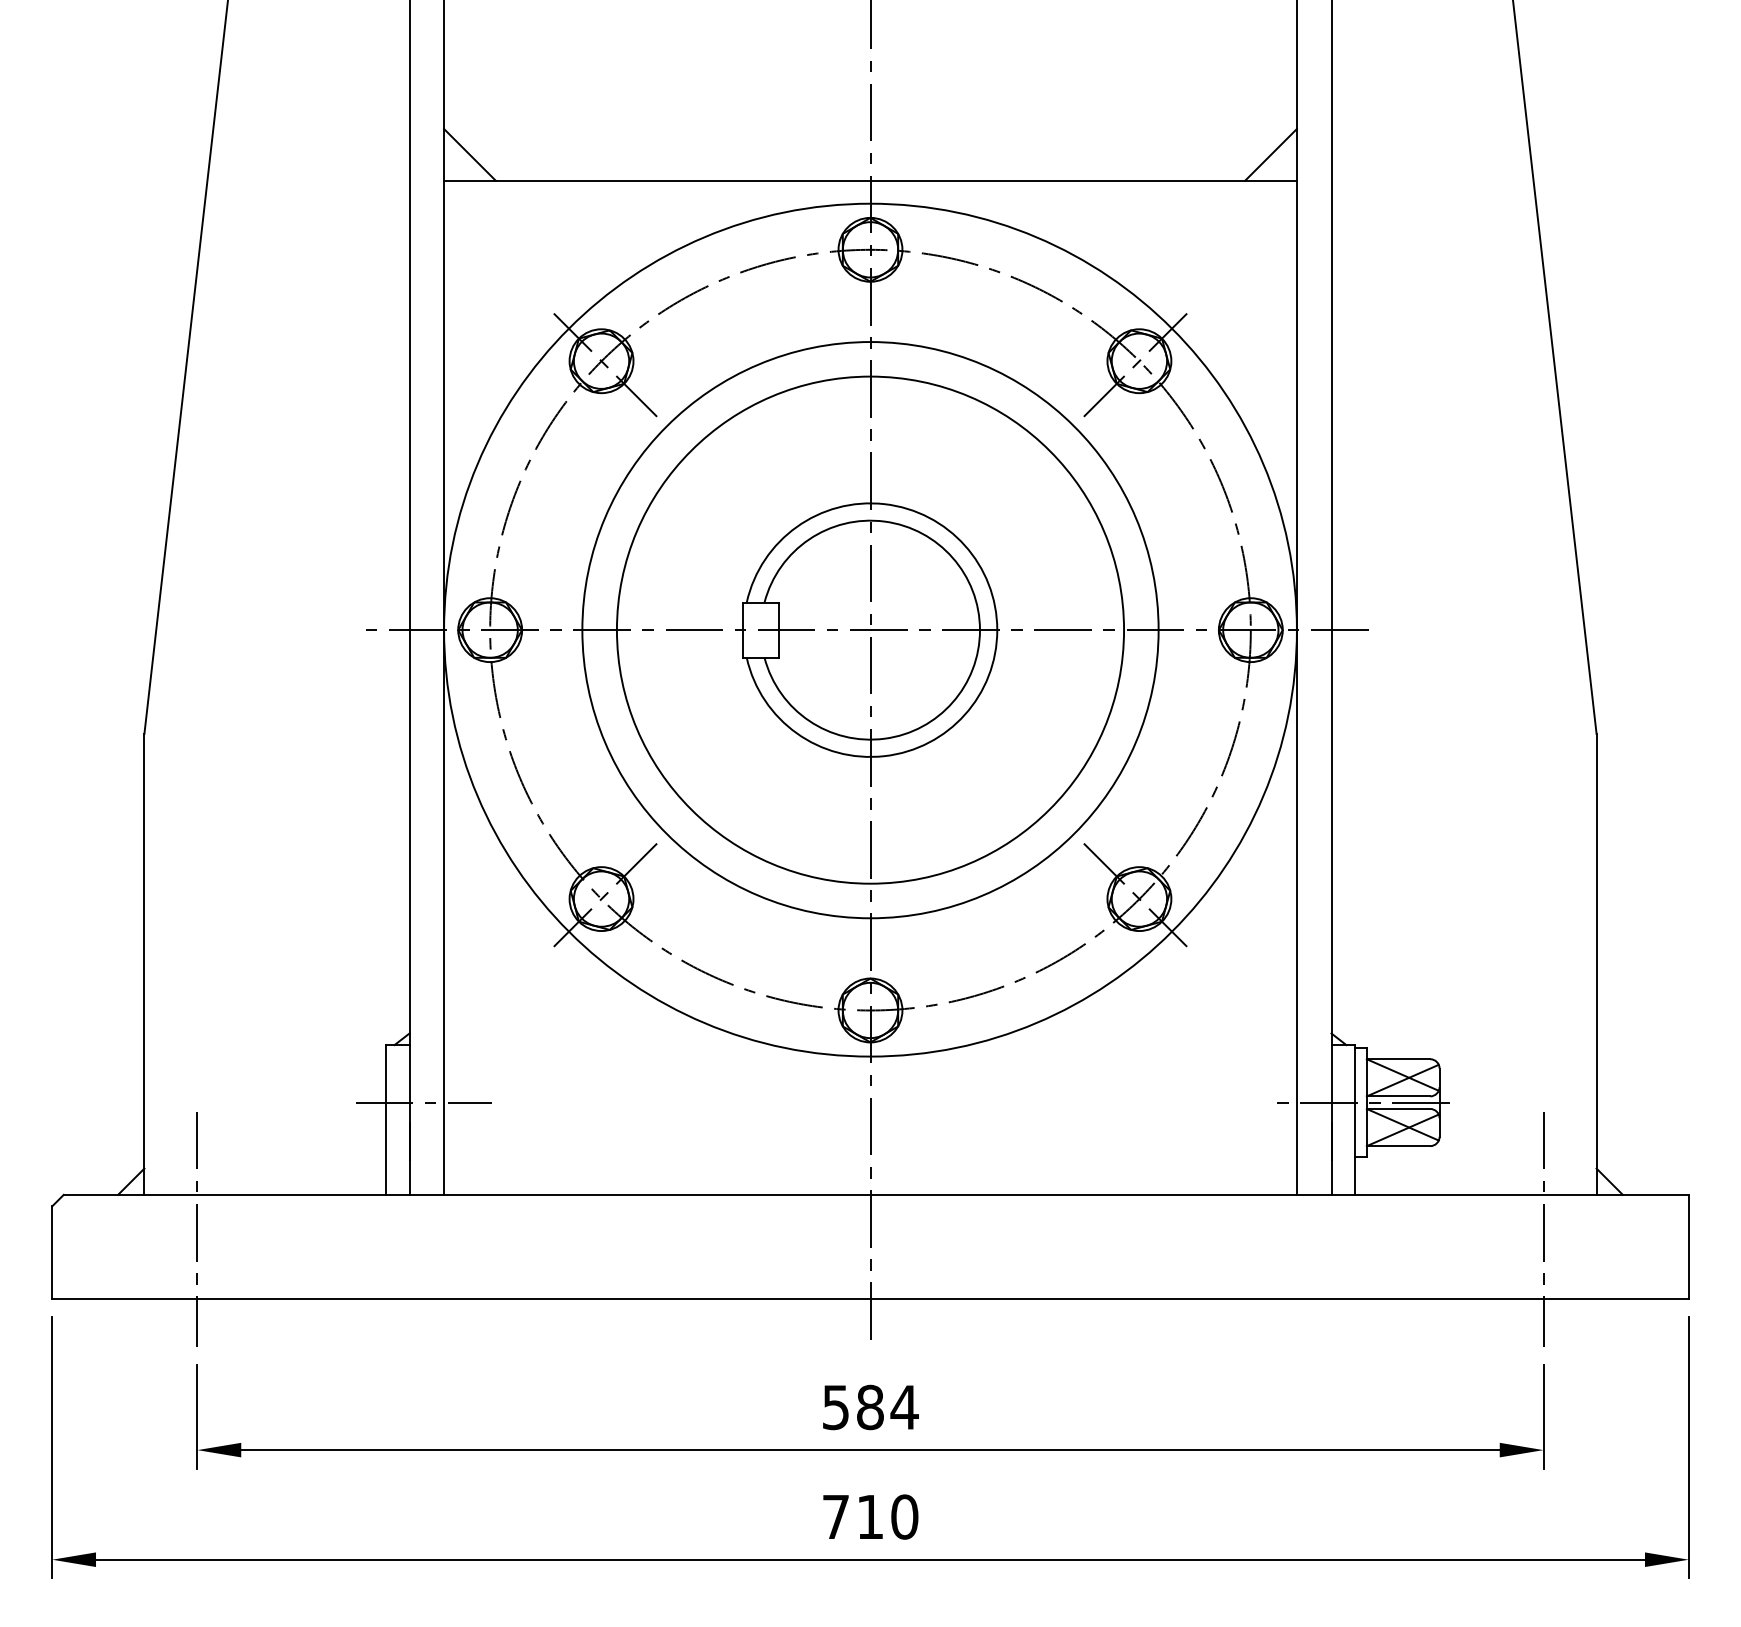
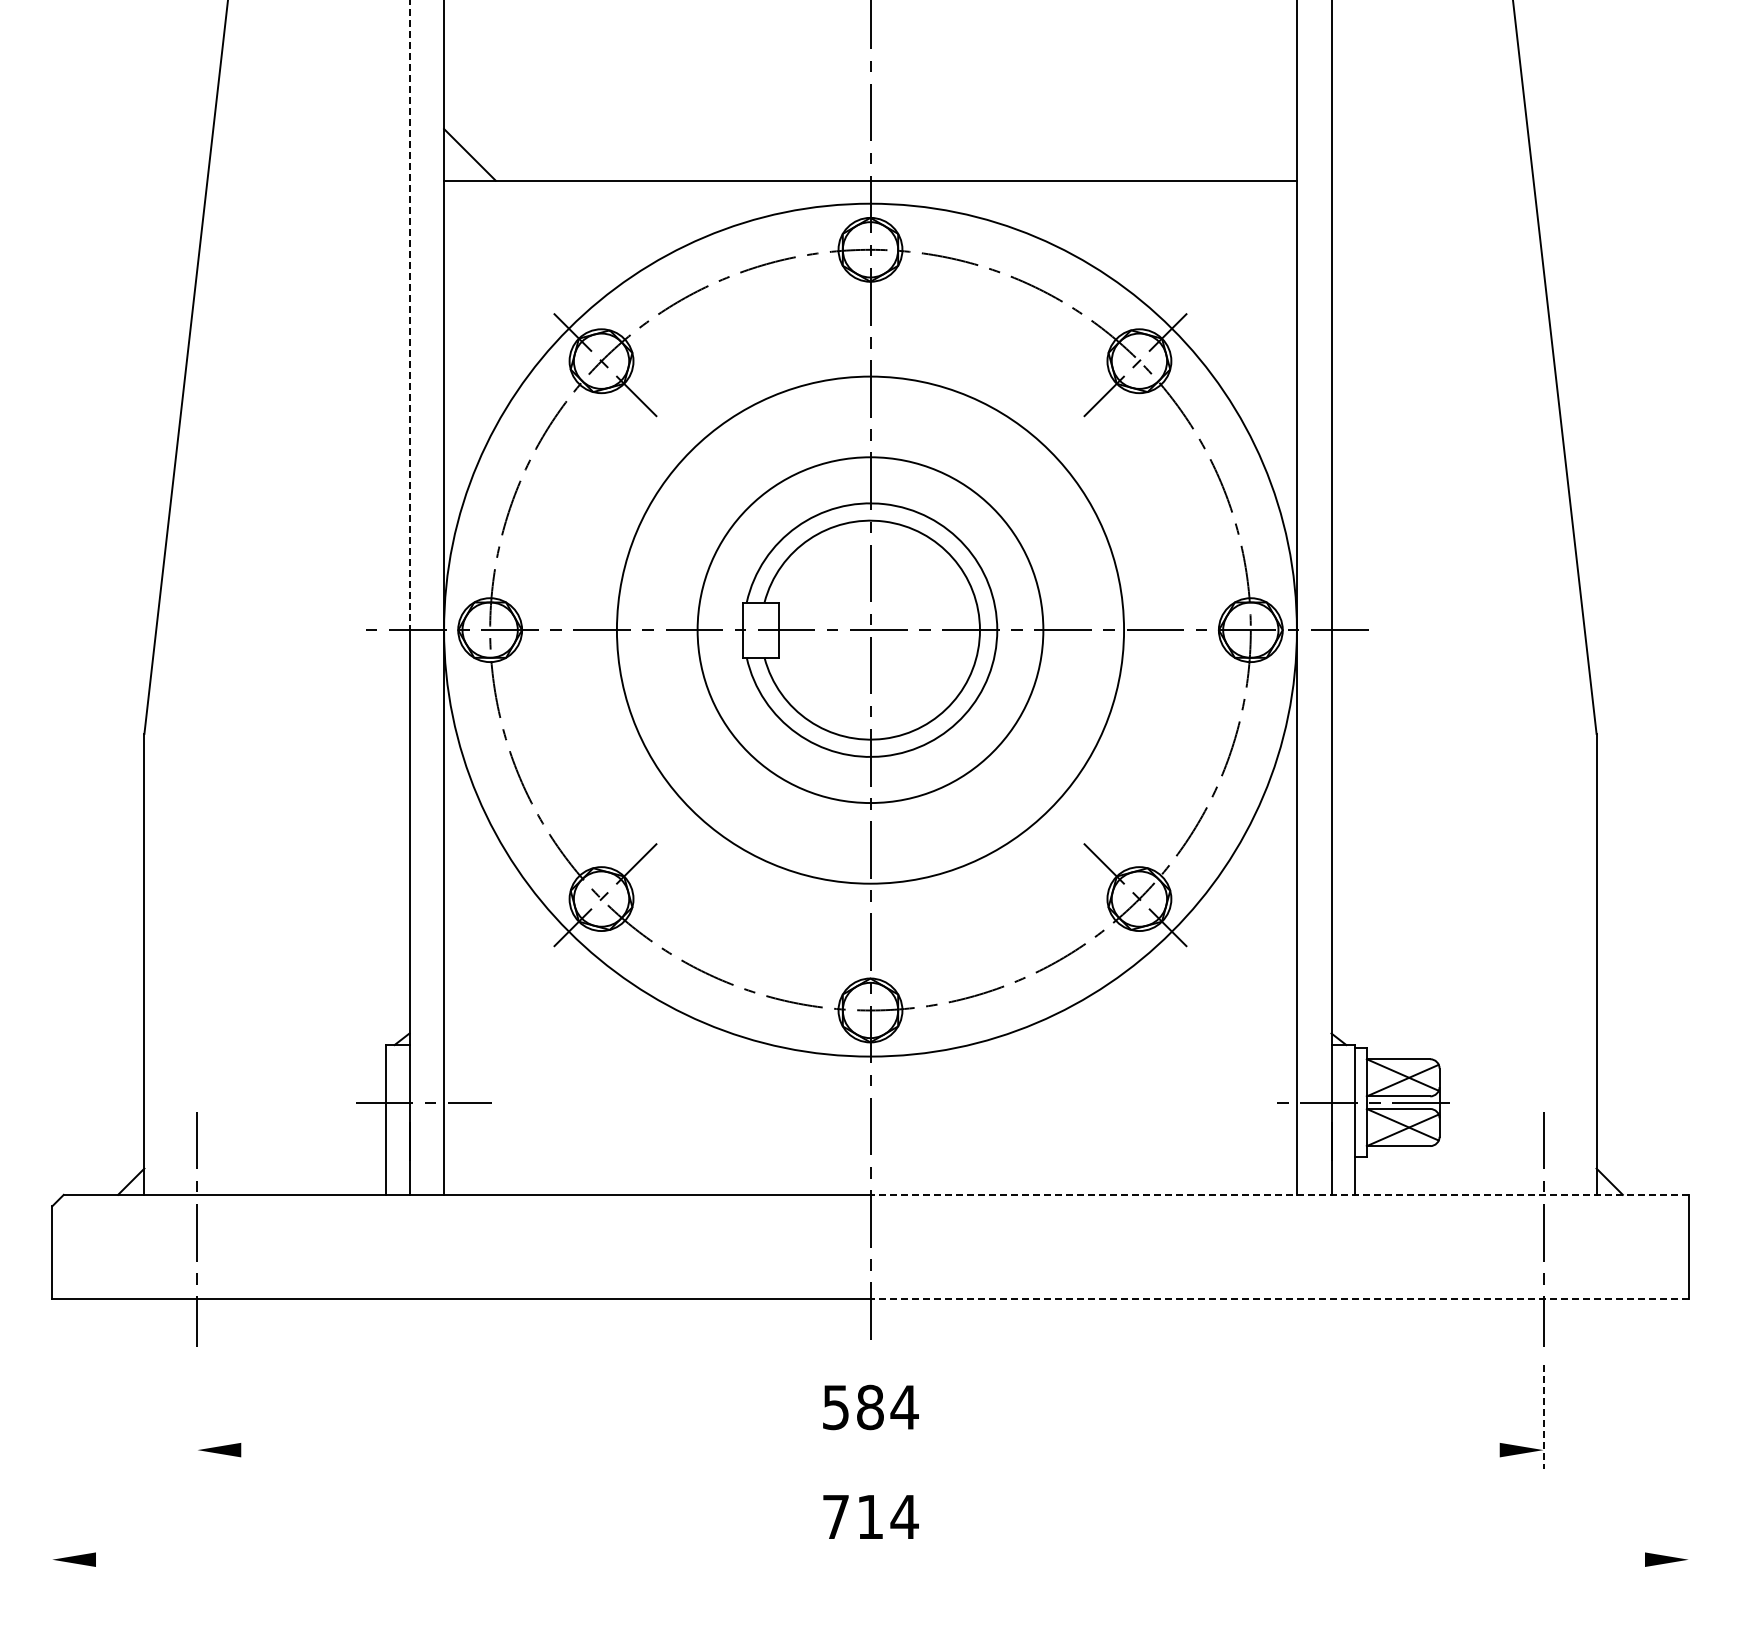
line at (1270, 154): present -> none
line at (409, 315): solid -> dashed
circle at (870, 630) diameter: 576 px -> 346 px
line at (1279, 1194): solid -> dashed
line at (1279, 1298): solid -> dashed
line at (197, 1416): present -> none
line at (1543, 1416): solid -> dashed
line at (52, 1447): present -> none
line at (1688, 1447): present -> none
line at (870, 1450): present -> none
text at (904, 1516): 710 -> 714
line at (870, 1559): present -> none
